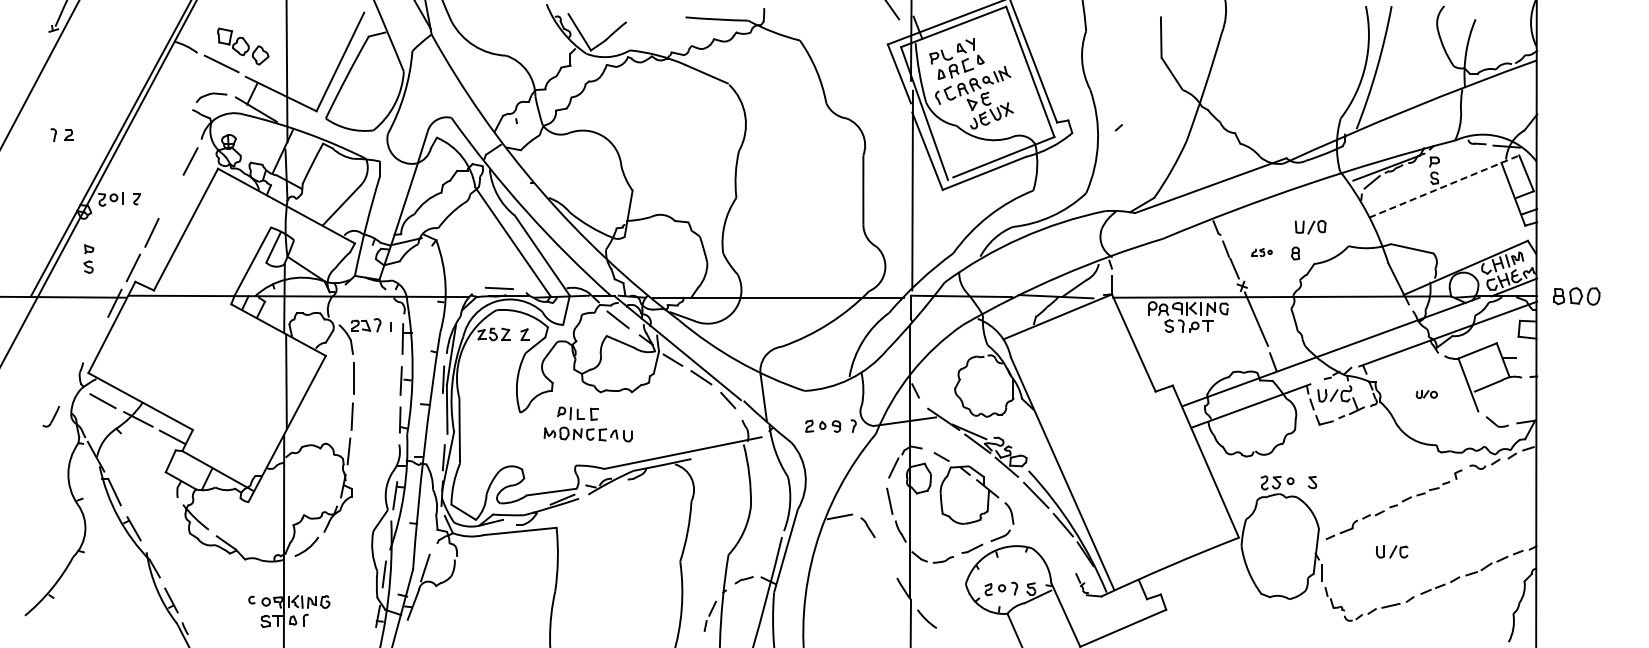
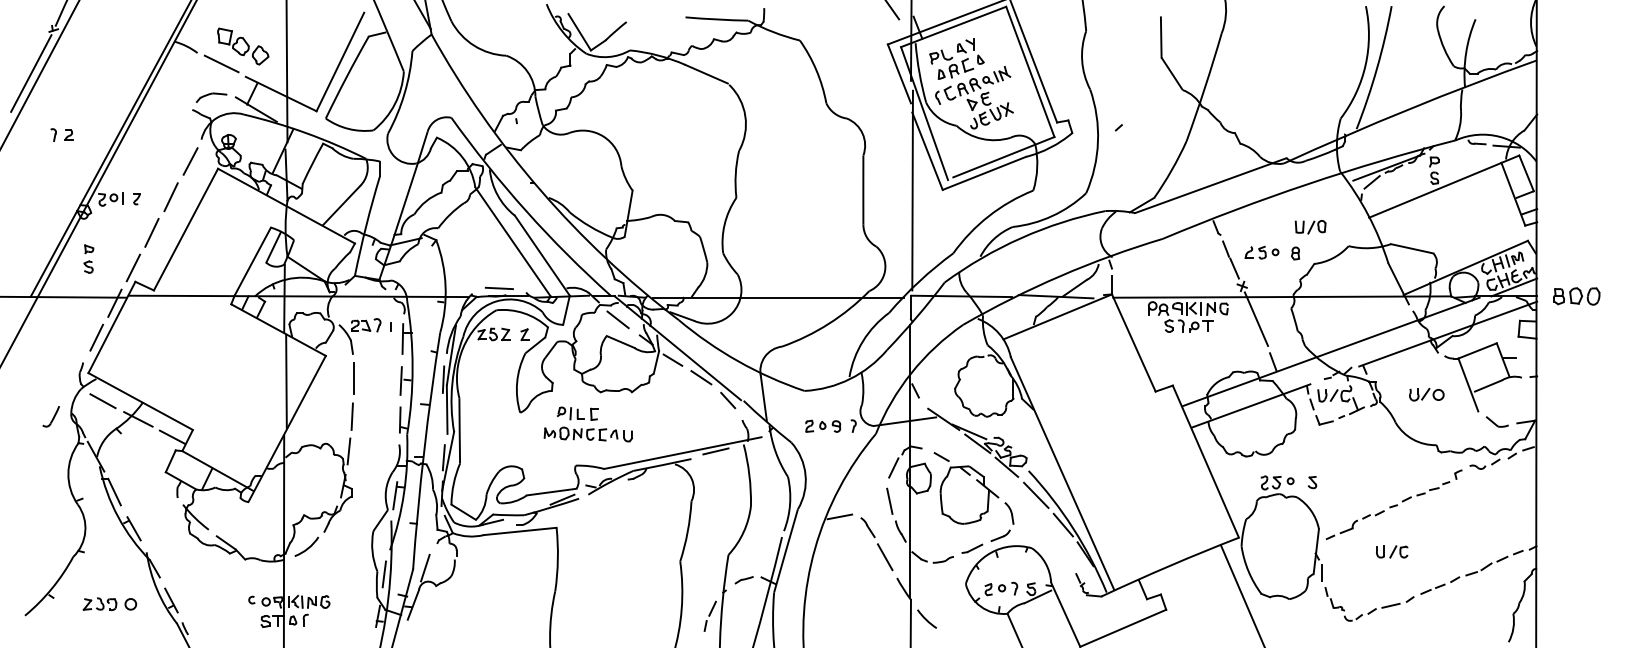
line at (31, 73): none -> present
line at (1444, 186): dashed -> solid
line at (170, 197): none -> present
part at (1261, 252) size: 22x10 px -> 36x15 px
line at (96, 337): none -> present
part at (1426, 394) size: 23x9 px -> 36x15 px
line at (715, 451): none -> present
line at (884, 557): none -> present
line at (1242, 594): none -> present
part at (109, 603): none -> present
